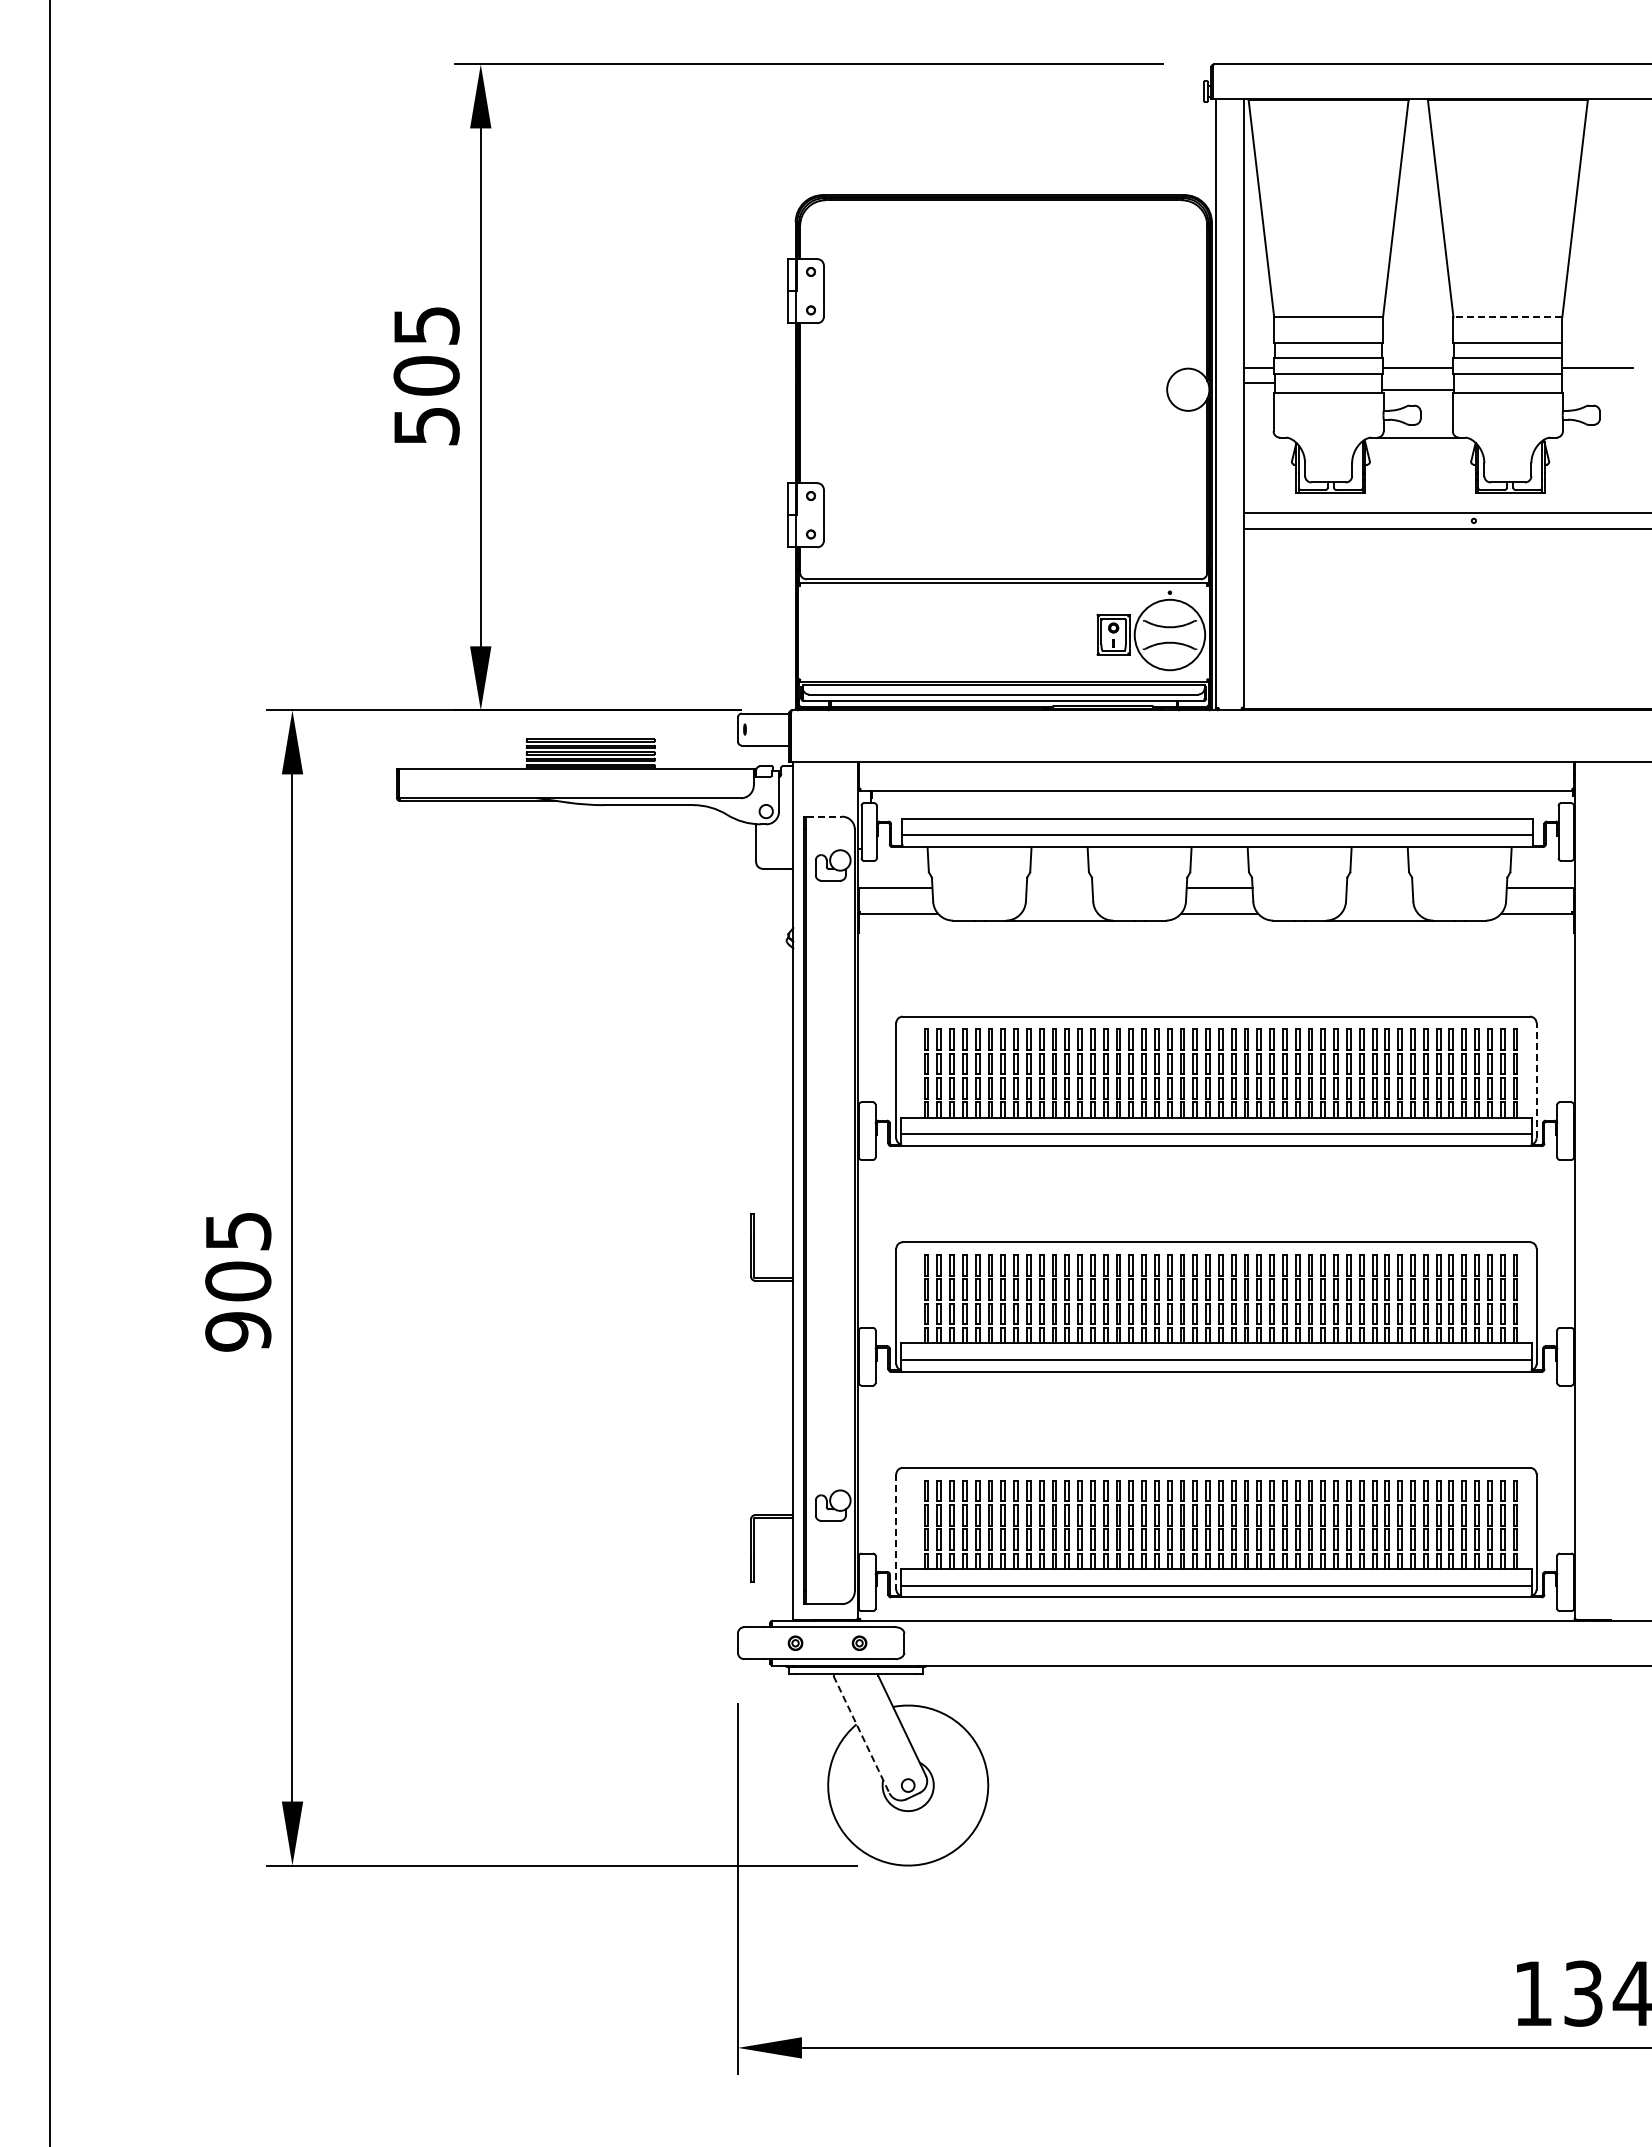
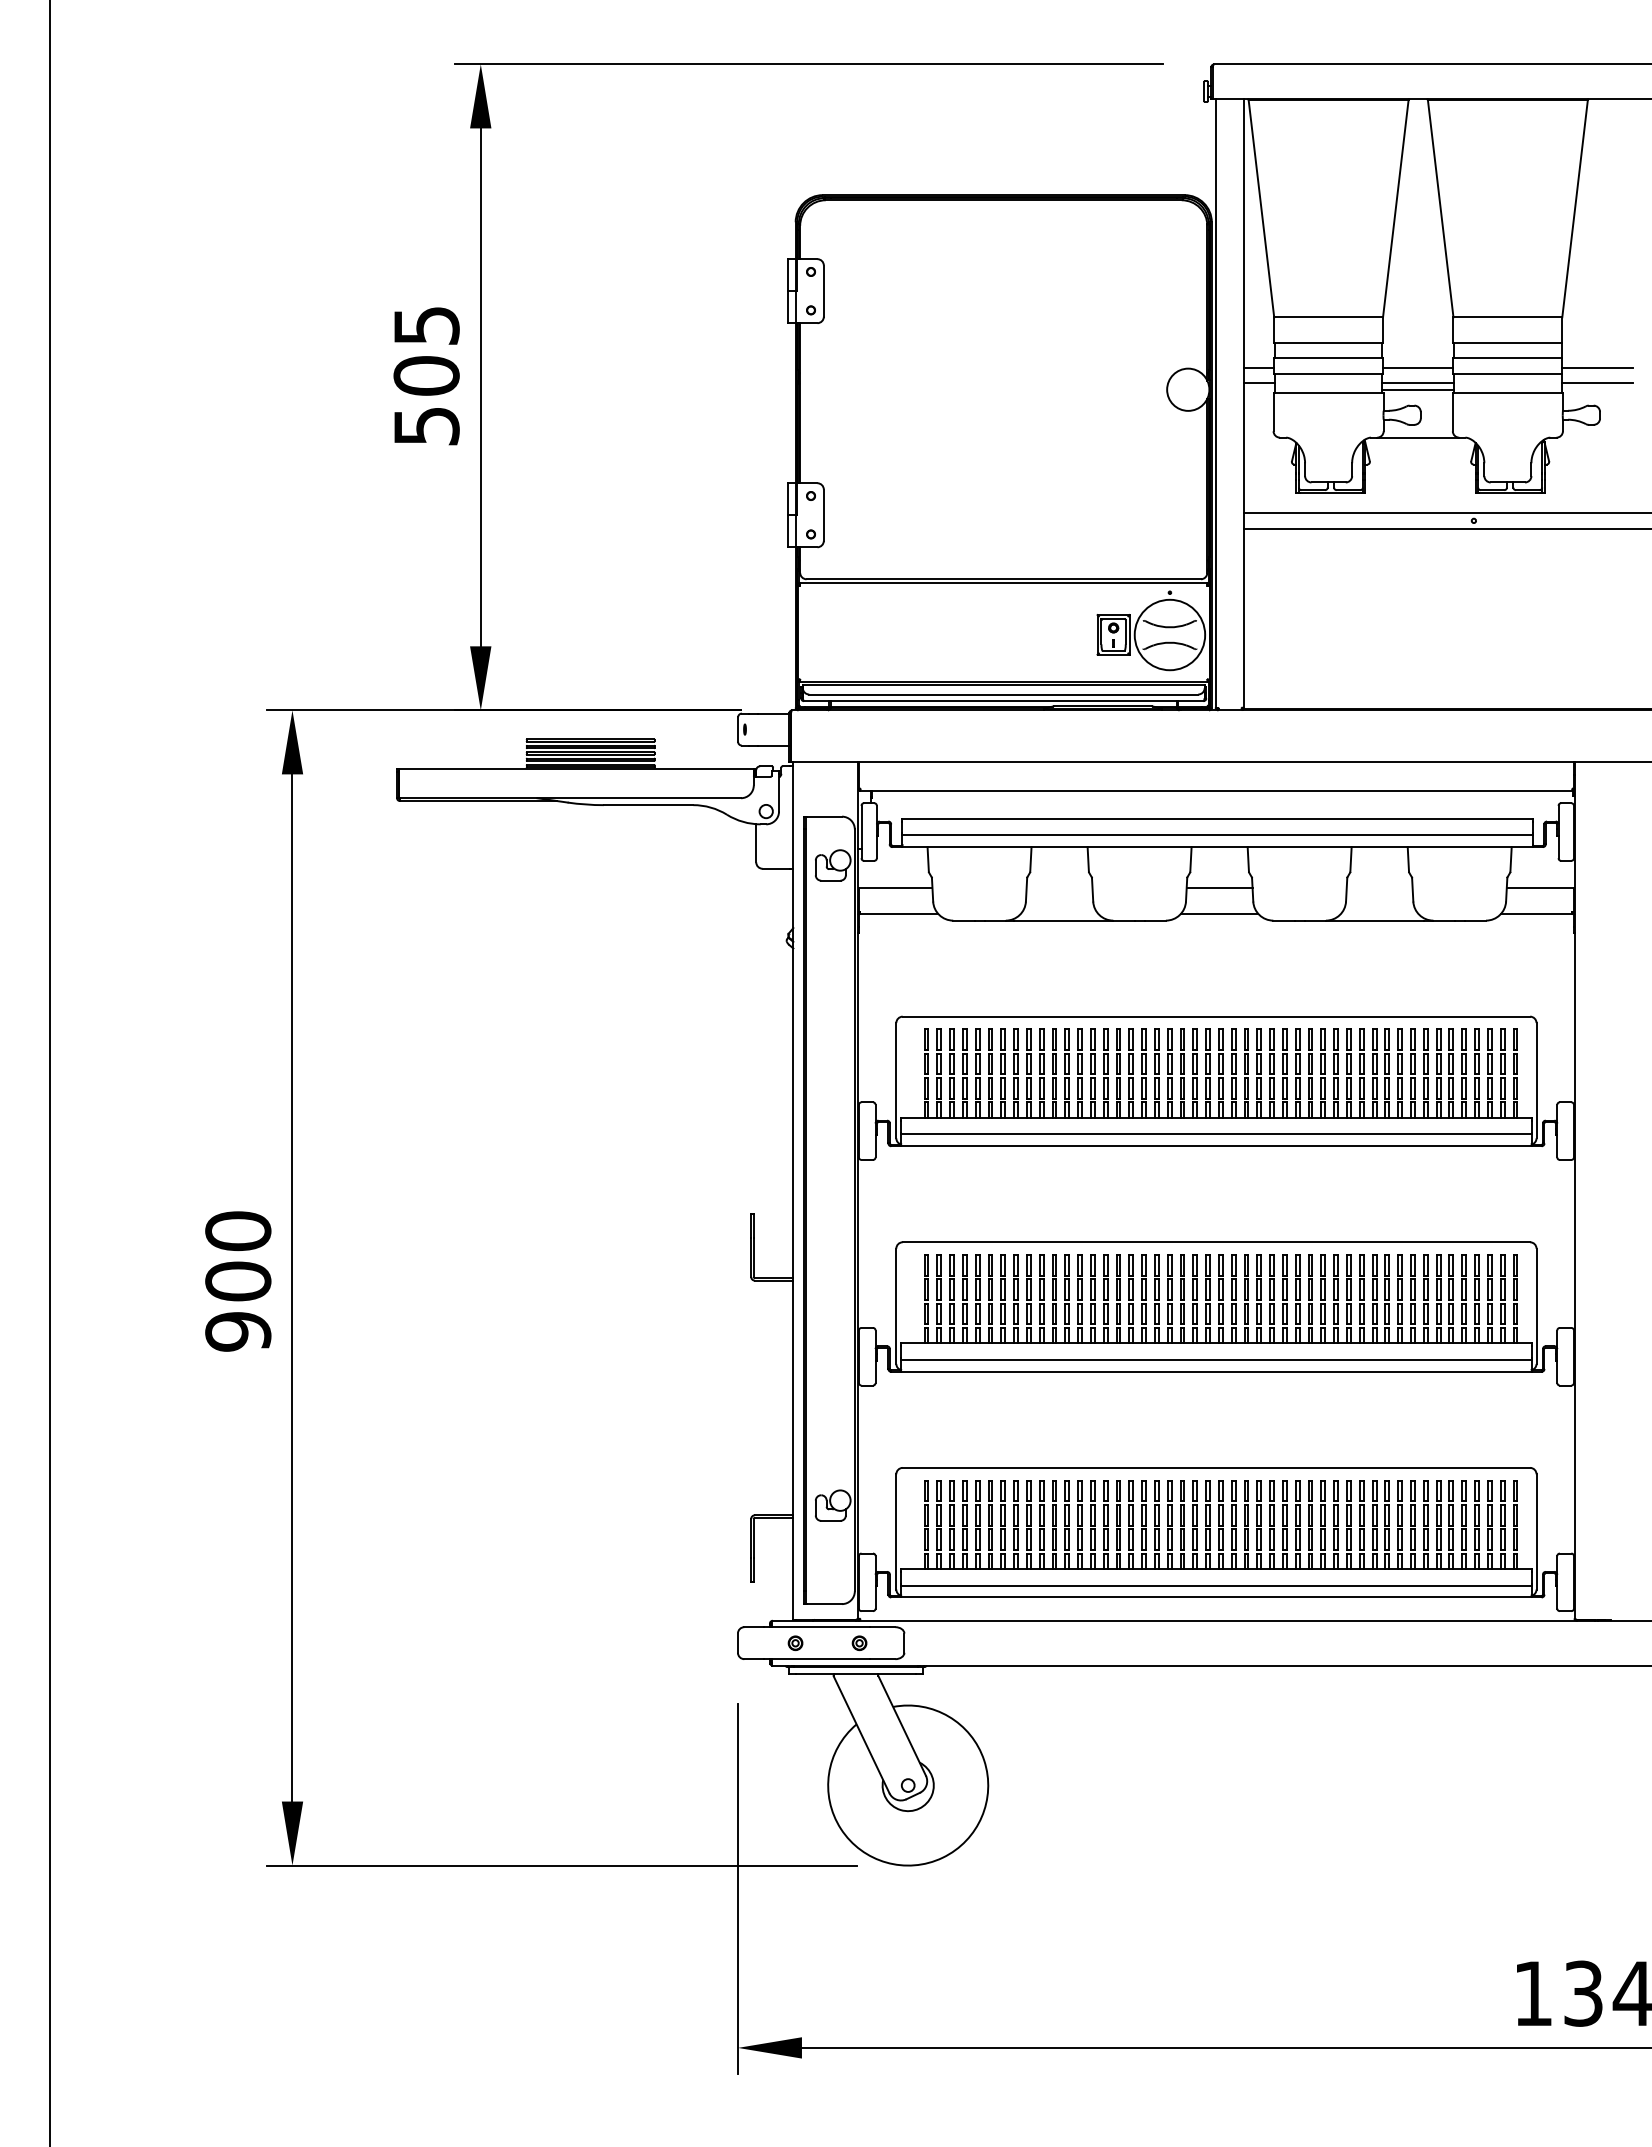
line at (1507, 317): dashed -> solid
line at (1418, 383): none -> present
line at (1597, 383): none -> present
line at (825, 816): dashed -> solid
line at (1536, 1080): dashed -> solid
text at (238, 1231): 905 -> 900
line at (896, 1531): dashed -> solid
line at (861, 1734): dashed -> solid
